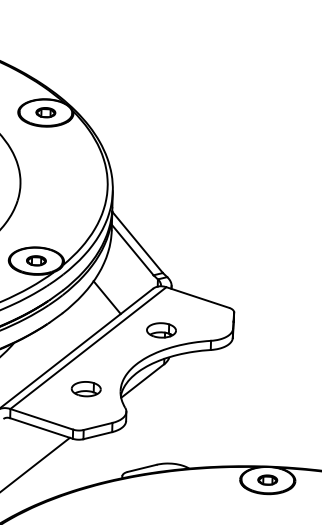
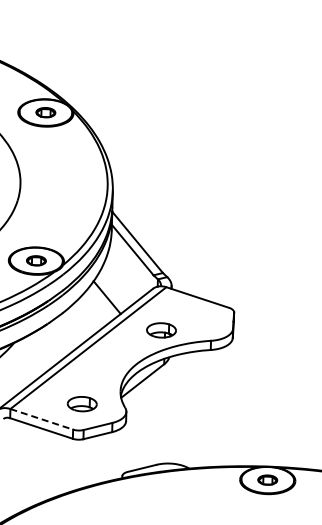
part at (85, 389) position: (85, 389) -> (81, 404)
line at (42, 419): solid -> dashed
line at (35, 463): present -> none
